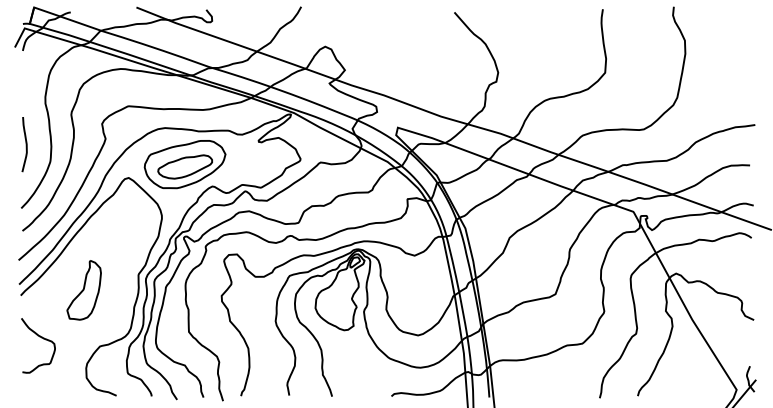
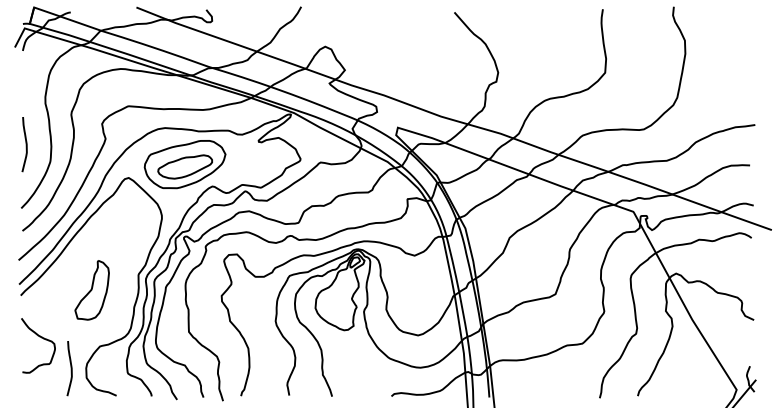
part at (83, 290) position: (83, 290) -> (91, 290)
curve at (70, 368): none -> present
